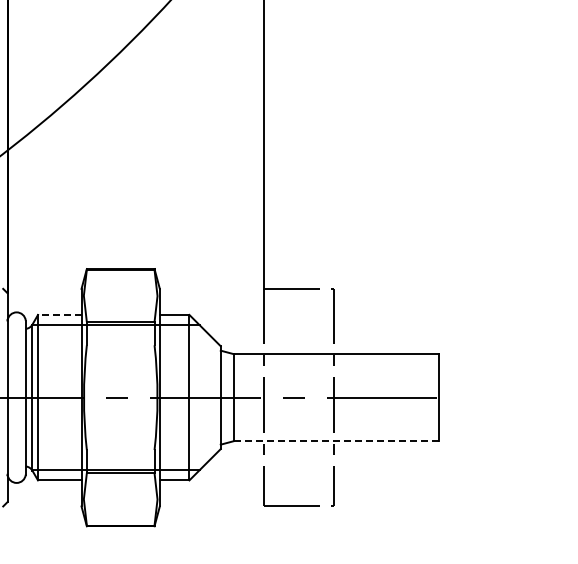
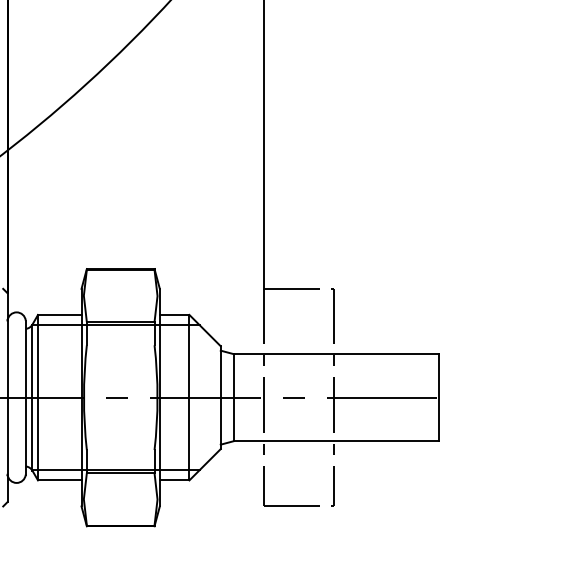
line at (59, 314): dashed -> solid
line at (336, 441): dashed -> solid
